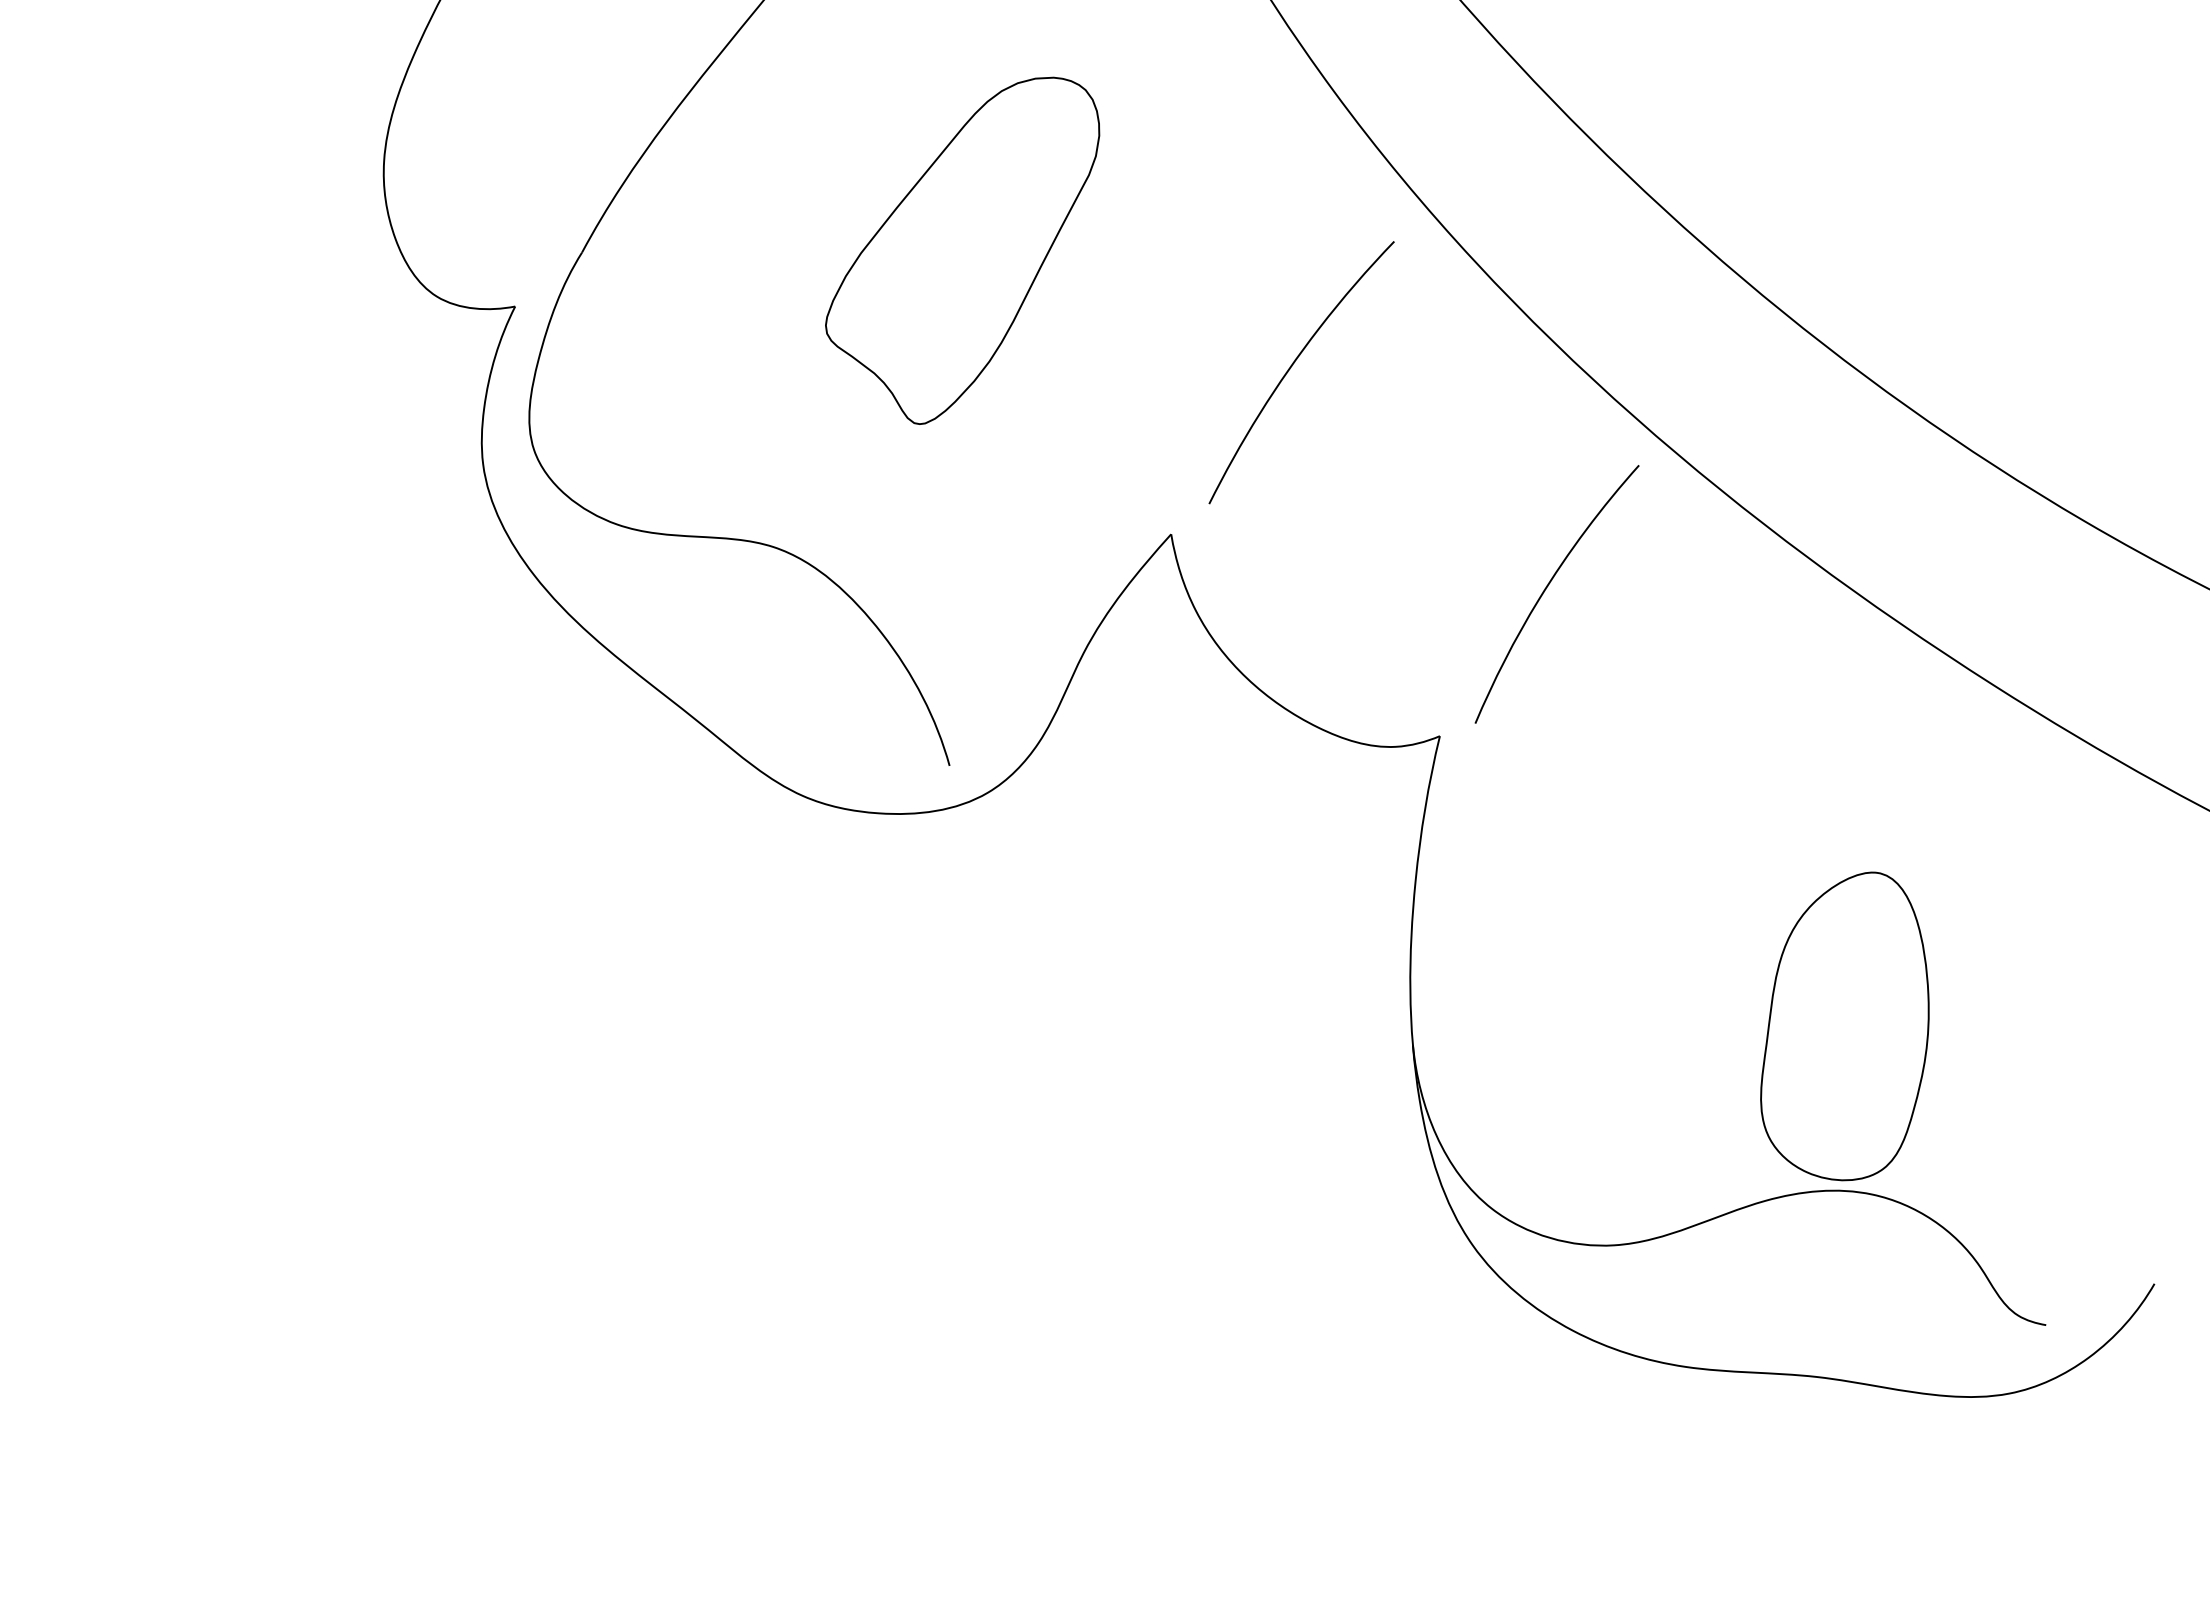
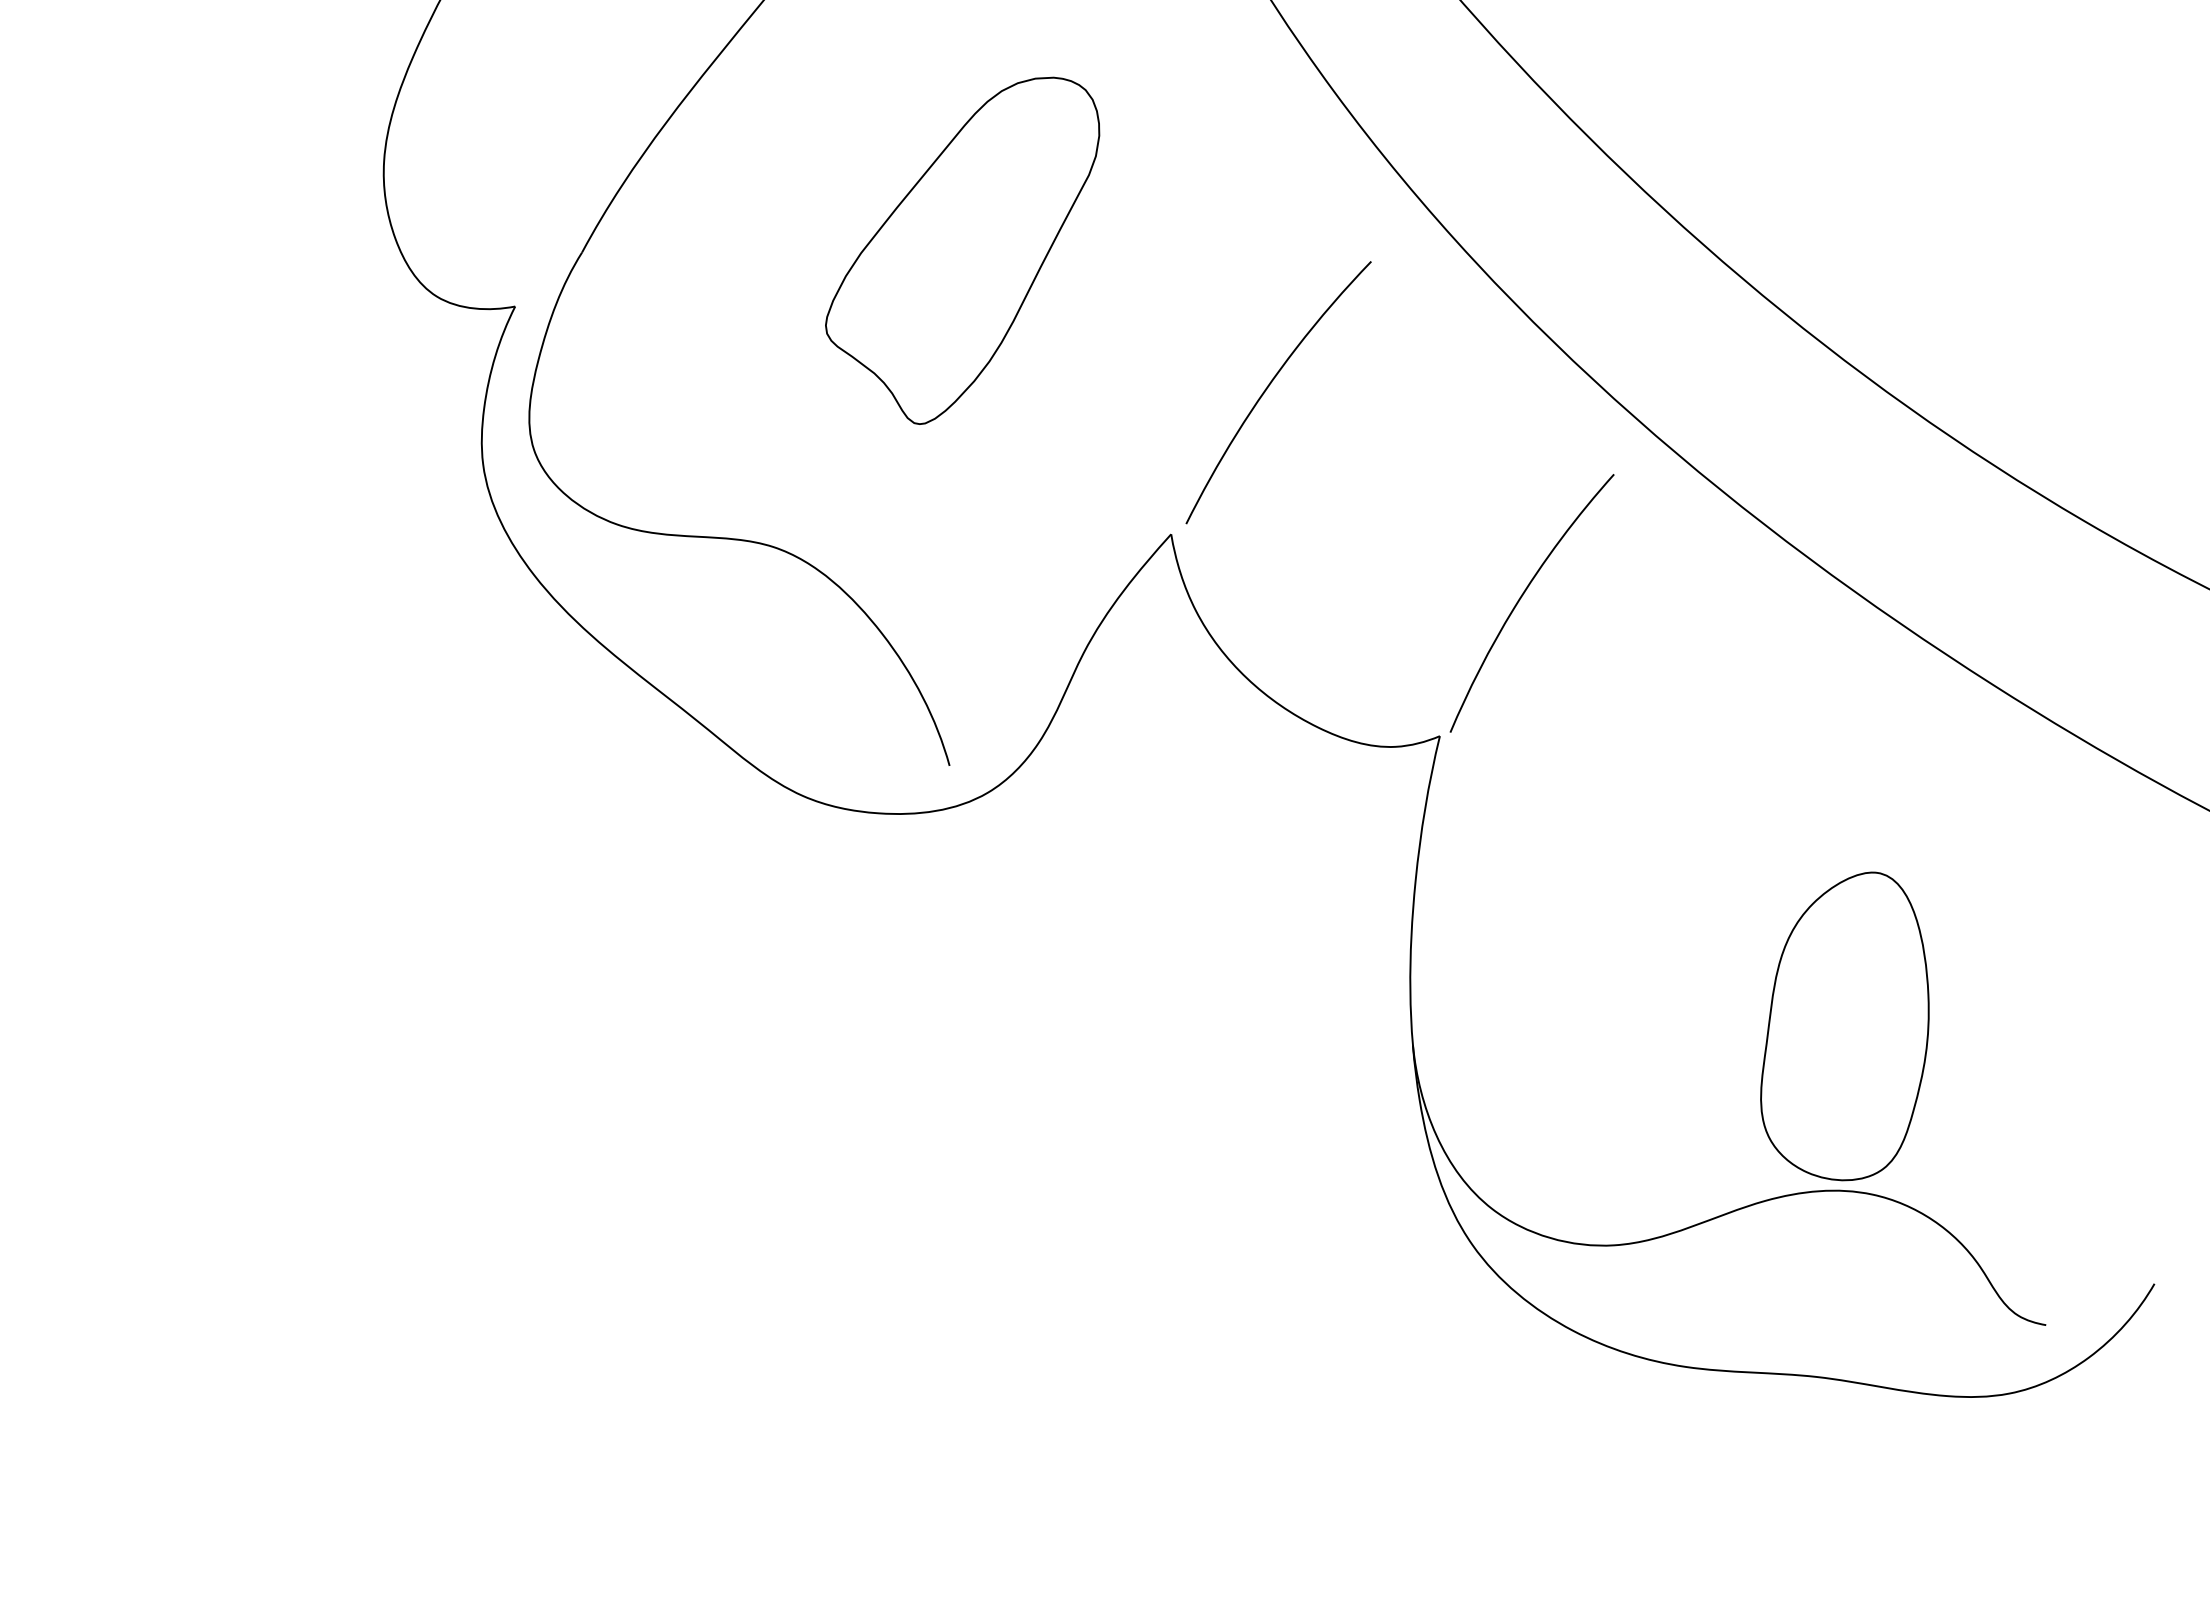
curve at (1292, 366) position: (1292, 366) -> (1269, 386)
curve at (1546, 589) position: (1546, 589) -> (1521, 598)
